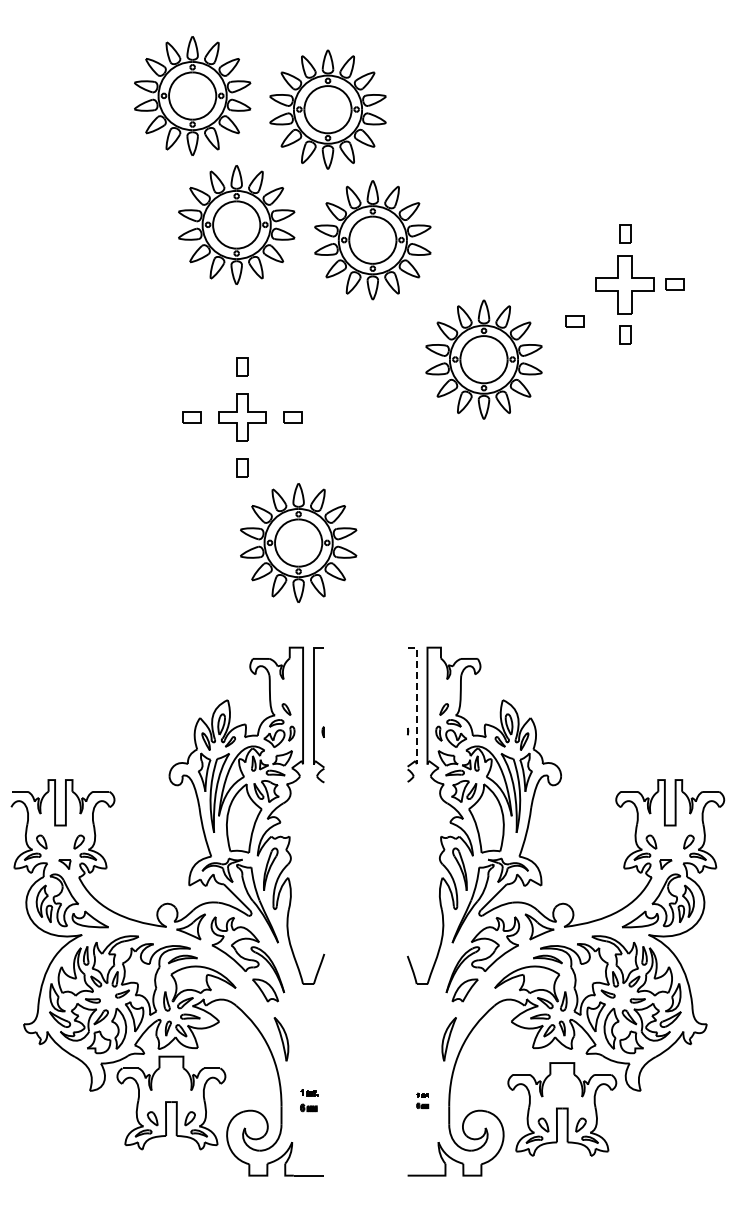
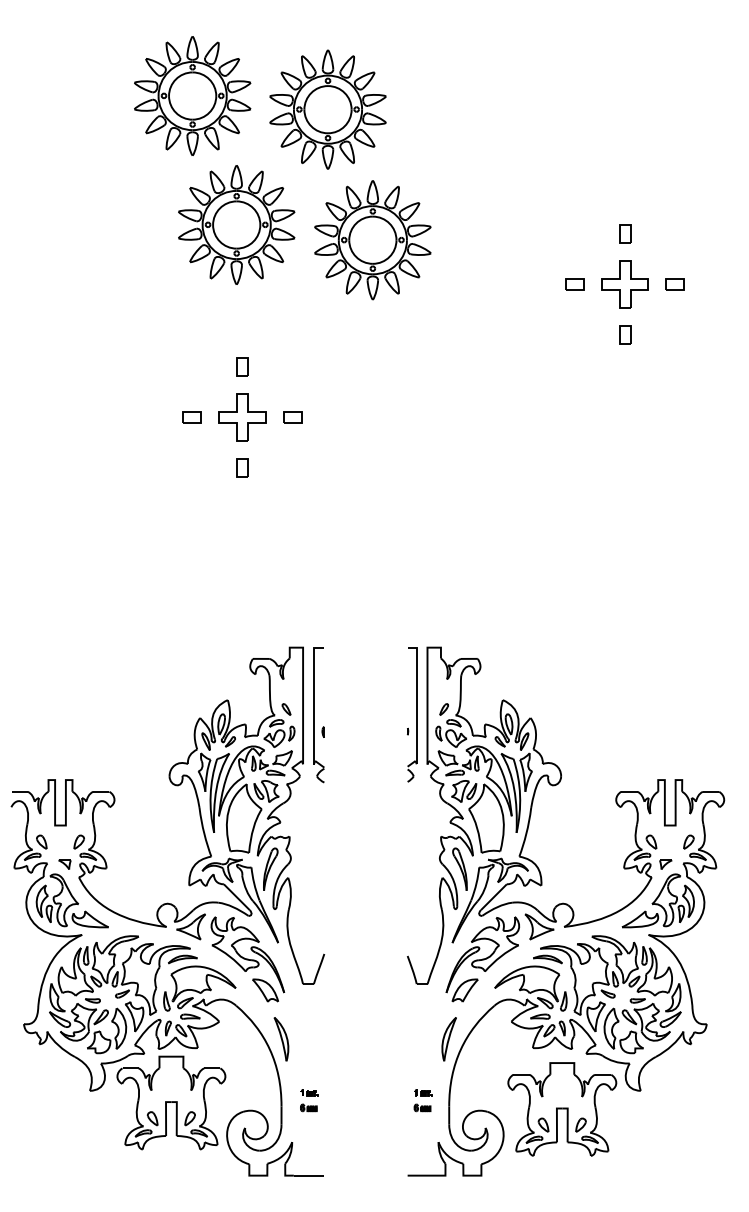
part at (624, 284) size: 60x60 px -> 48x49 px
part at (574, 321) position: (574, 321) -> (574, 284)
part at (483, 359): present -> none
part at (298, 542): present -> none
line at (416, 700): dashed -> solid
part at (422, 1100) size: 14x18 px -> 20x24 px
